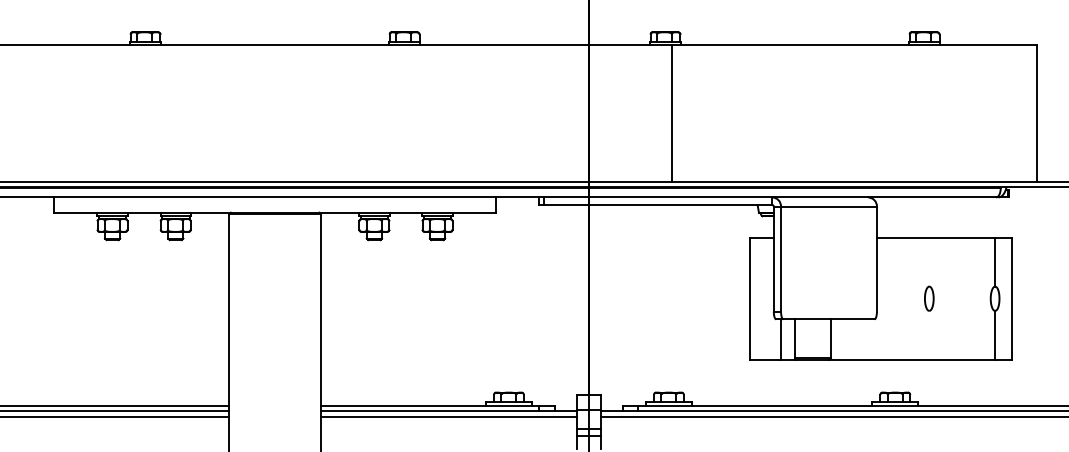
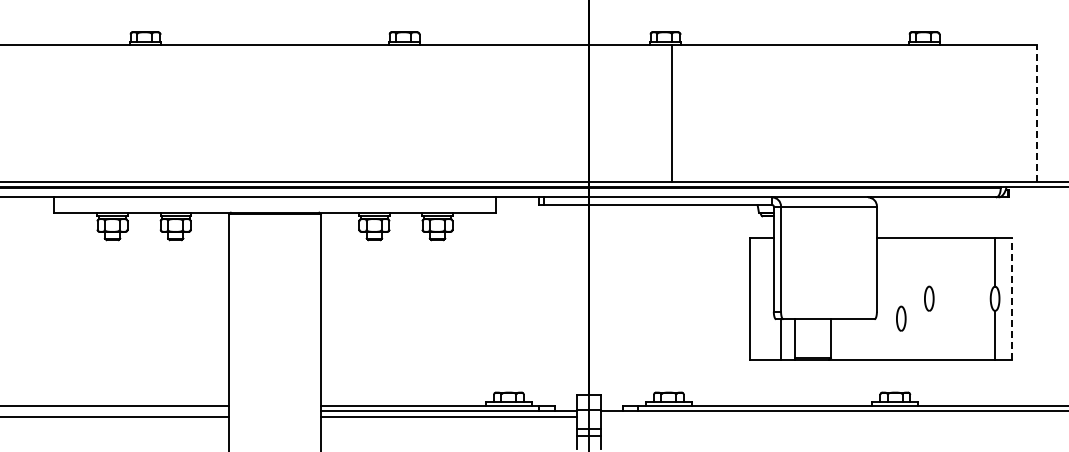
line at (1036, 113): solid -> dashed
line at (1012, 298): solid -> dashed
part at (901, 318): none -> present
line at (115, 410): present -> none
line at (833, 416): present -> none
